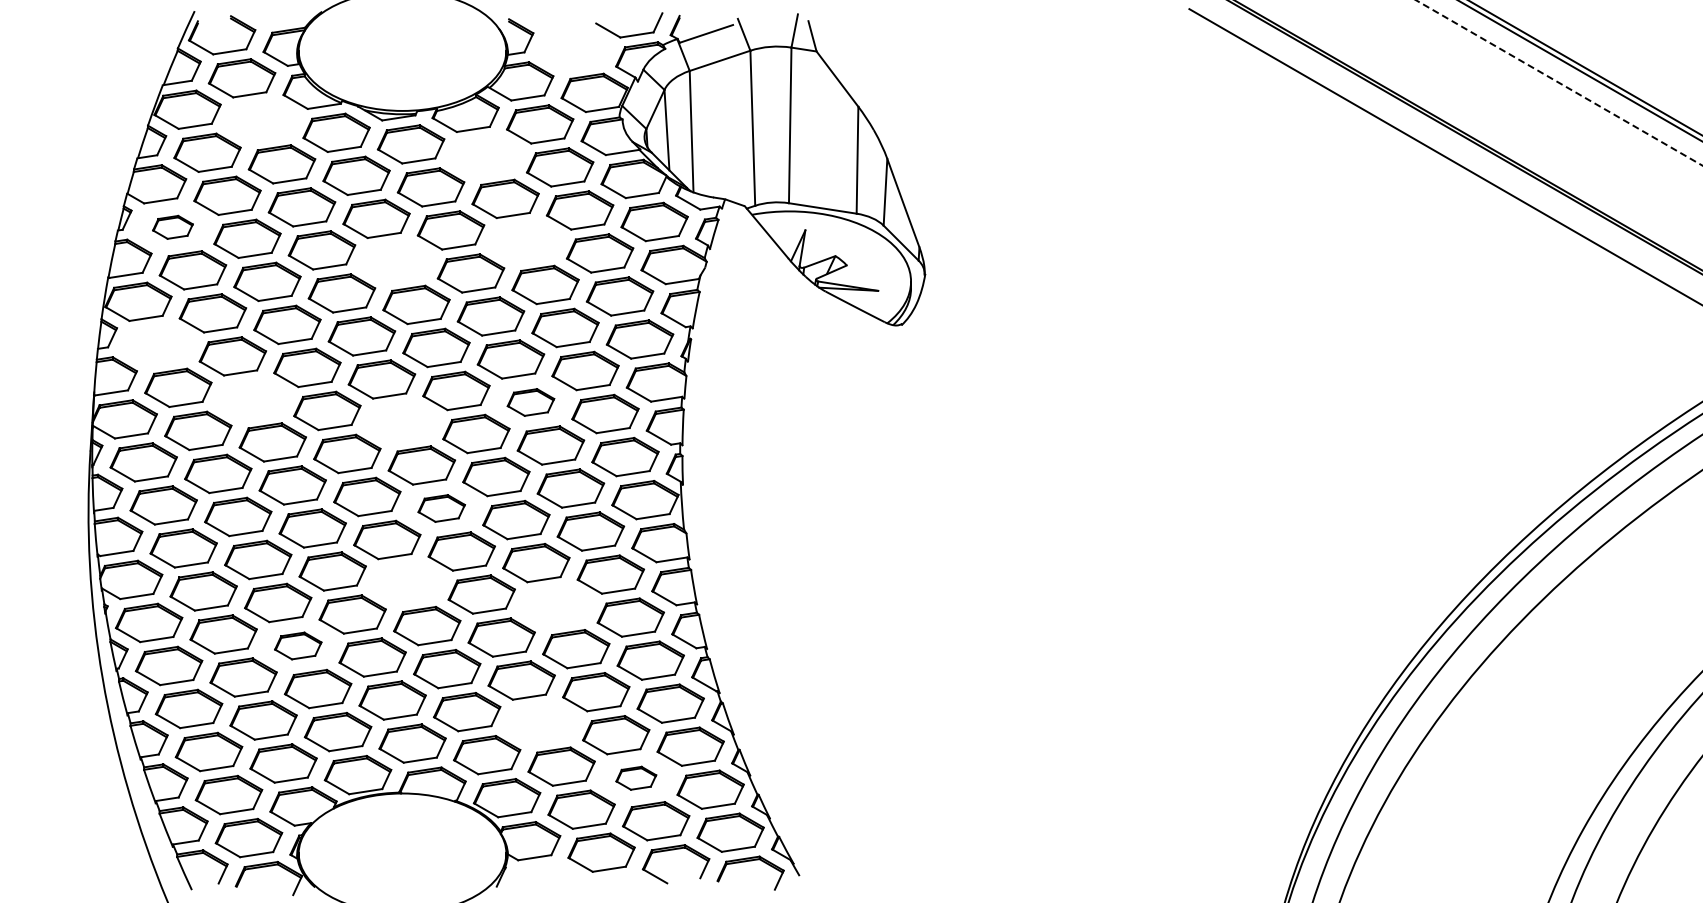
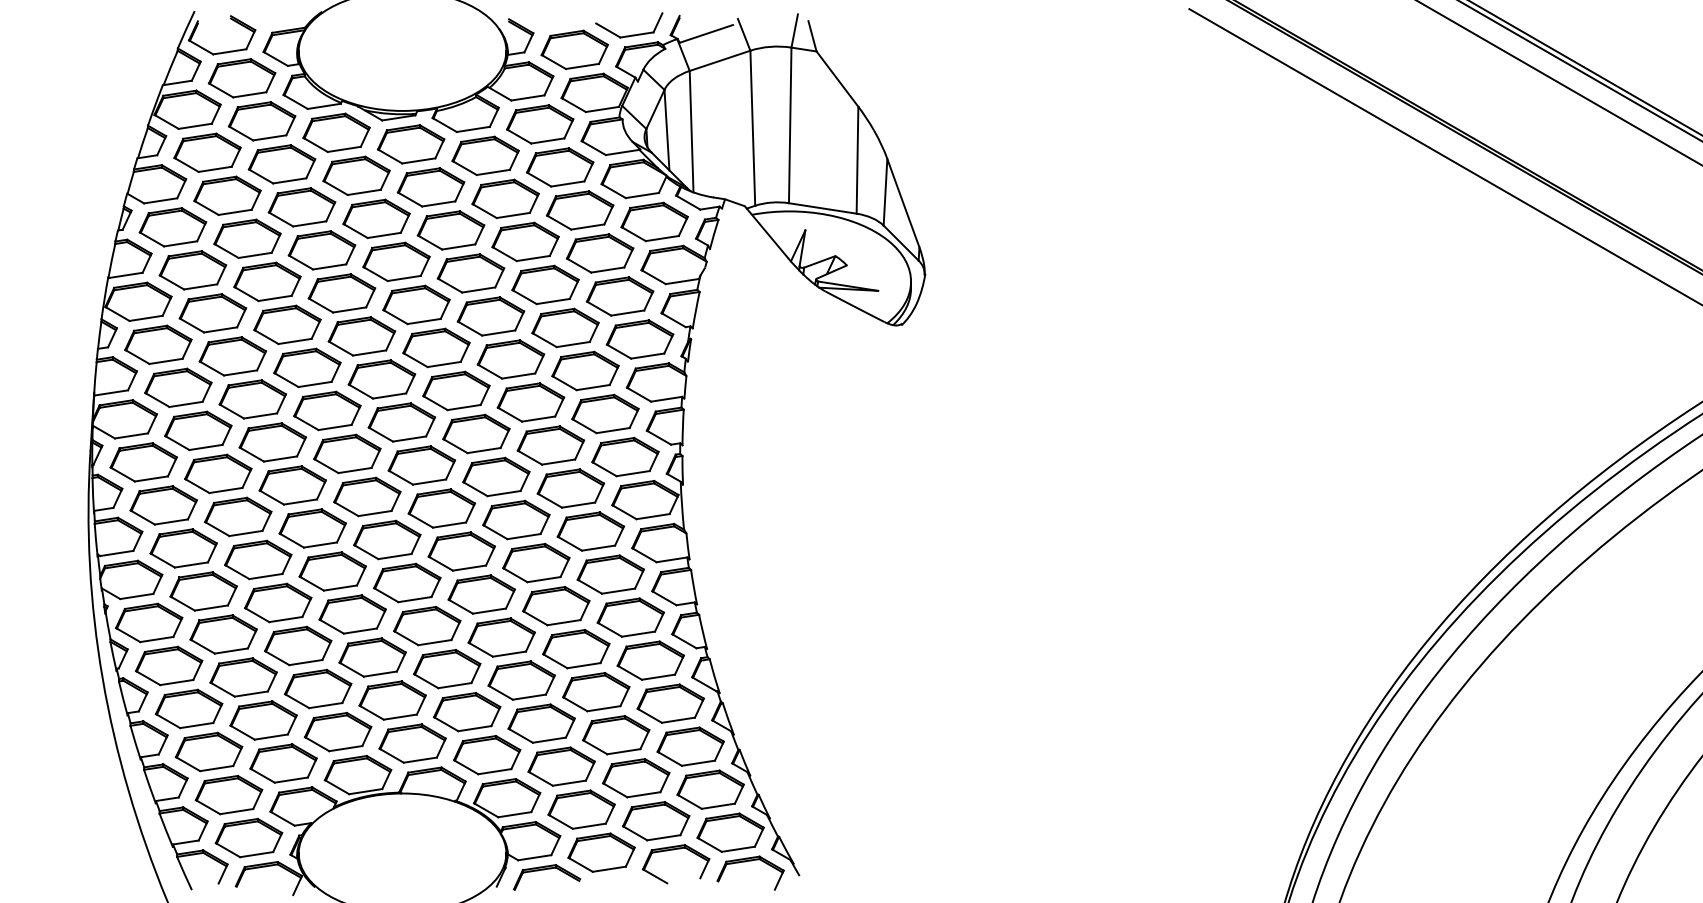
part at (574, 49): none -> present
line at (1559, 83): dashed -> solid
part at (261, 121): none -> present
part at (485, 155): none -> present
part at (172, 226) size: 42x26 px -> 70x41 px
part at (525, 241): none -> present
part at (396, 261): none -> present
part at (158, 344): none -> present
part at (252, 399): none -> present
part at (530, 402) size: 50x29 px -> 70x41 px
part at (401, 422): none -> present
part at (441, 508) size: 49x29 px -> 69x41 px
part at (407, 582): none -> present
part at (556, 606): none -> present
part at (298, 645) size: 49x30 px -> 69x42 px
part at (541, 723): none -> present
part at (636, 777) size: 43x26 px -> 69x41 px
part at (544, 870): none -> present
